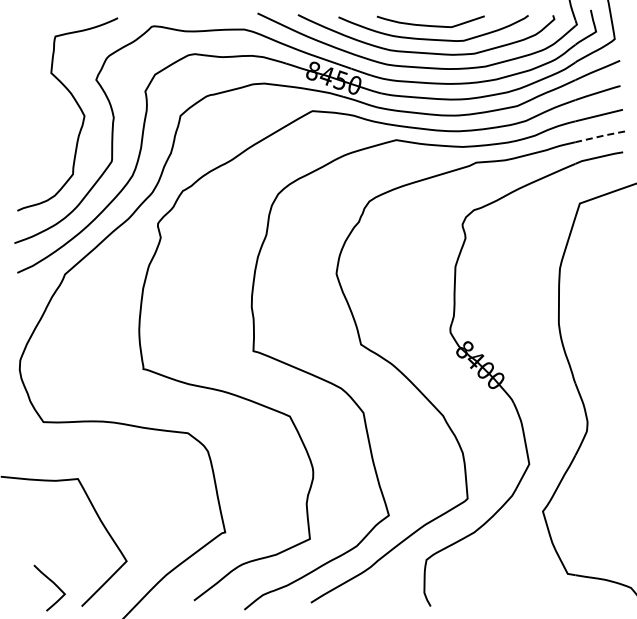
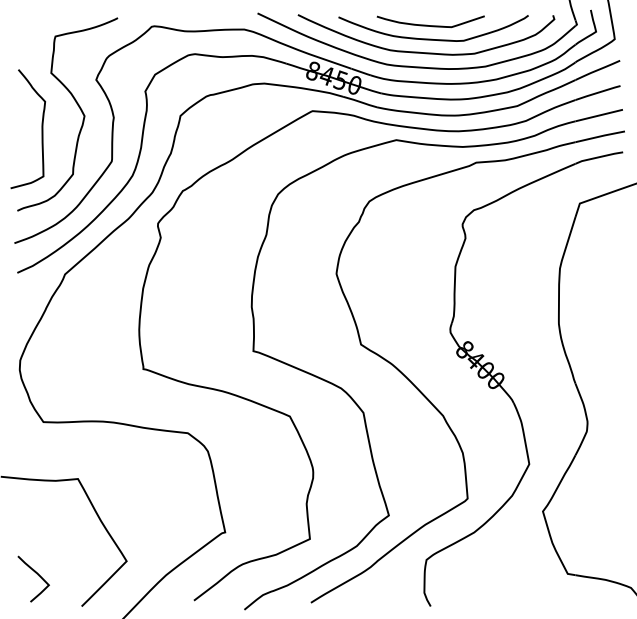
curve at (41, 129): none -> present
line at (600, 136): dashed -> solid
curve at (51, 582) position: (51, 582) -> (35, 573)
